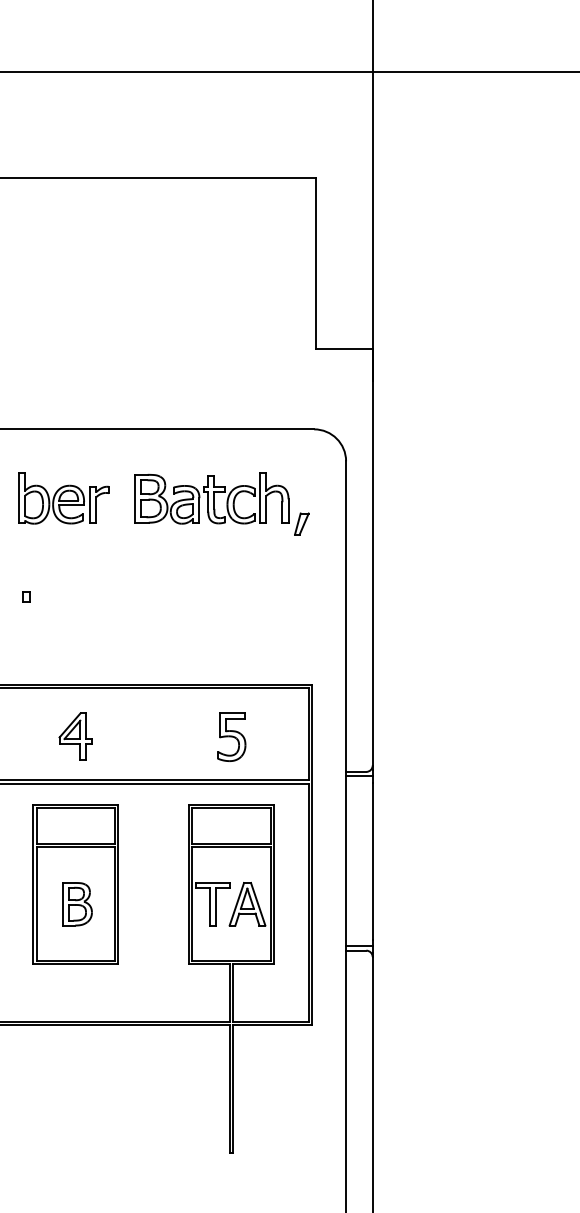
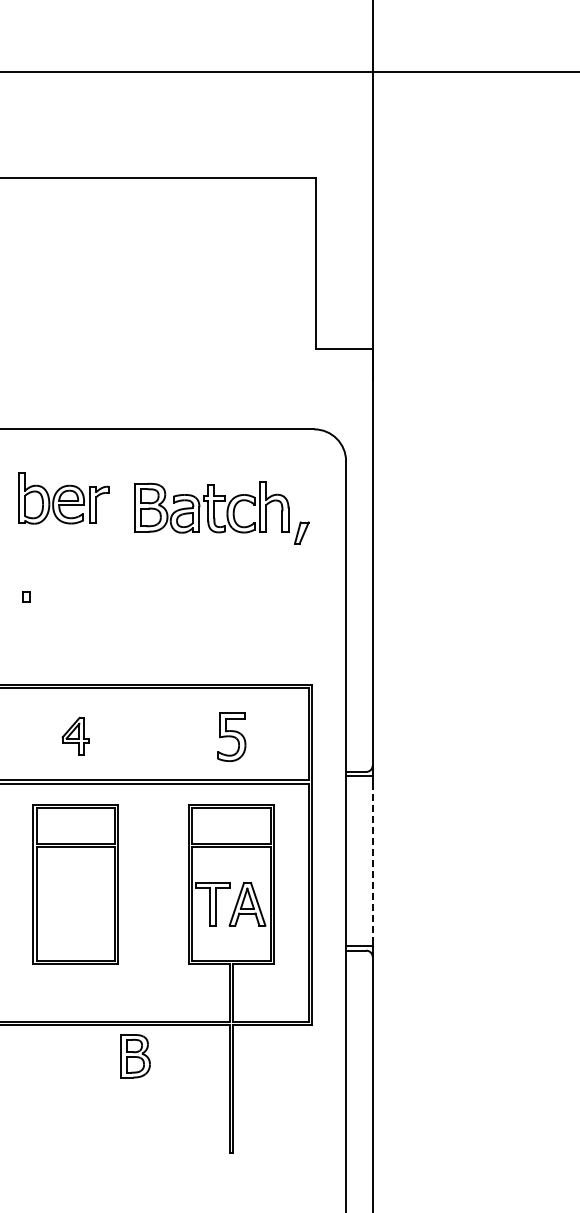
part at (221, 503) position: (221, 503) -> (221, 512)
part at (75, 736) size: 35x49 px -> 29x40 px
line at (372, 861): solid -> dashed
part at (77, 904) position: (77, 904) -> (135, 1056)
